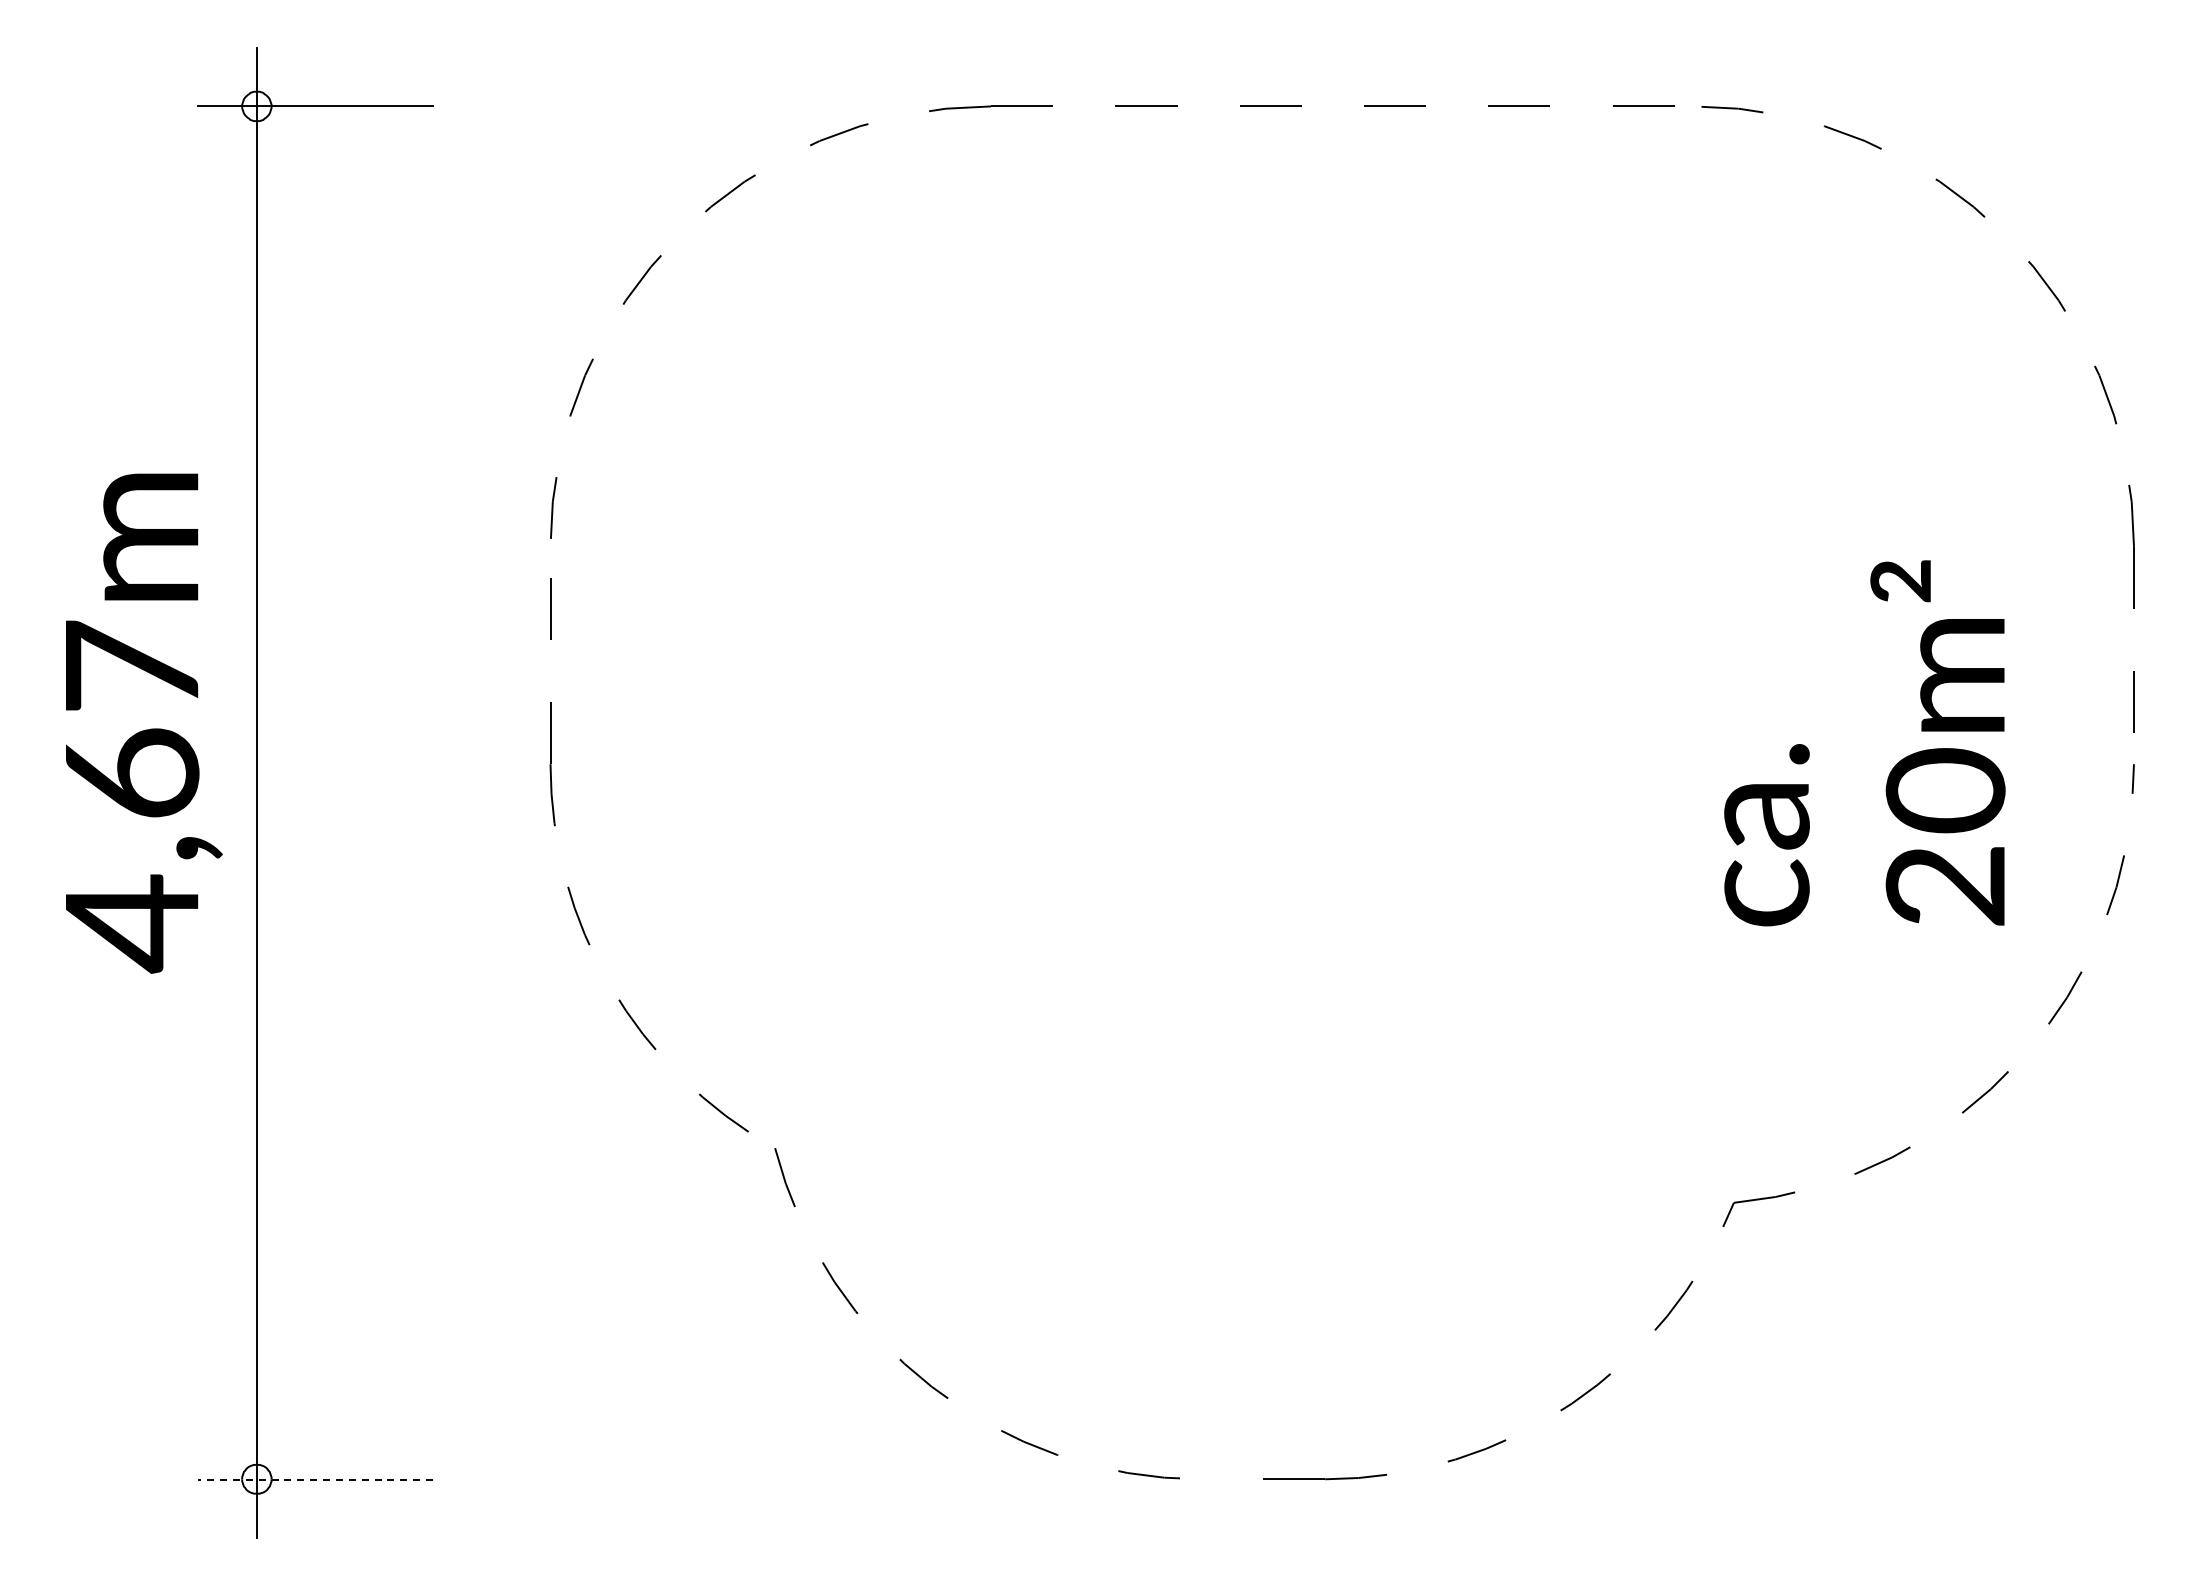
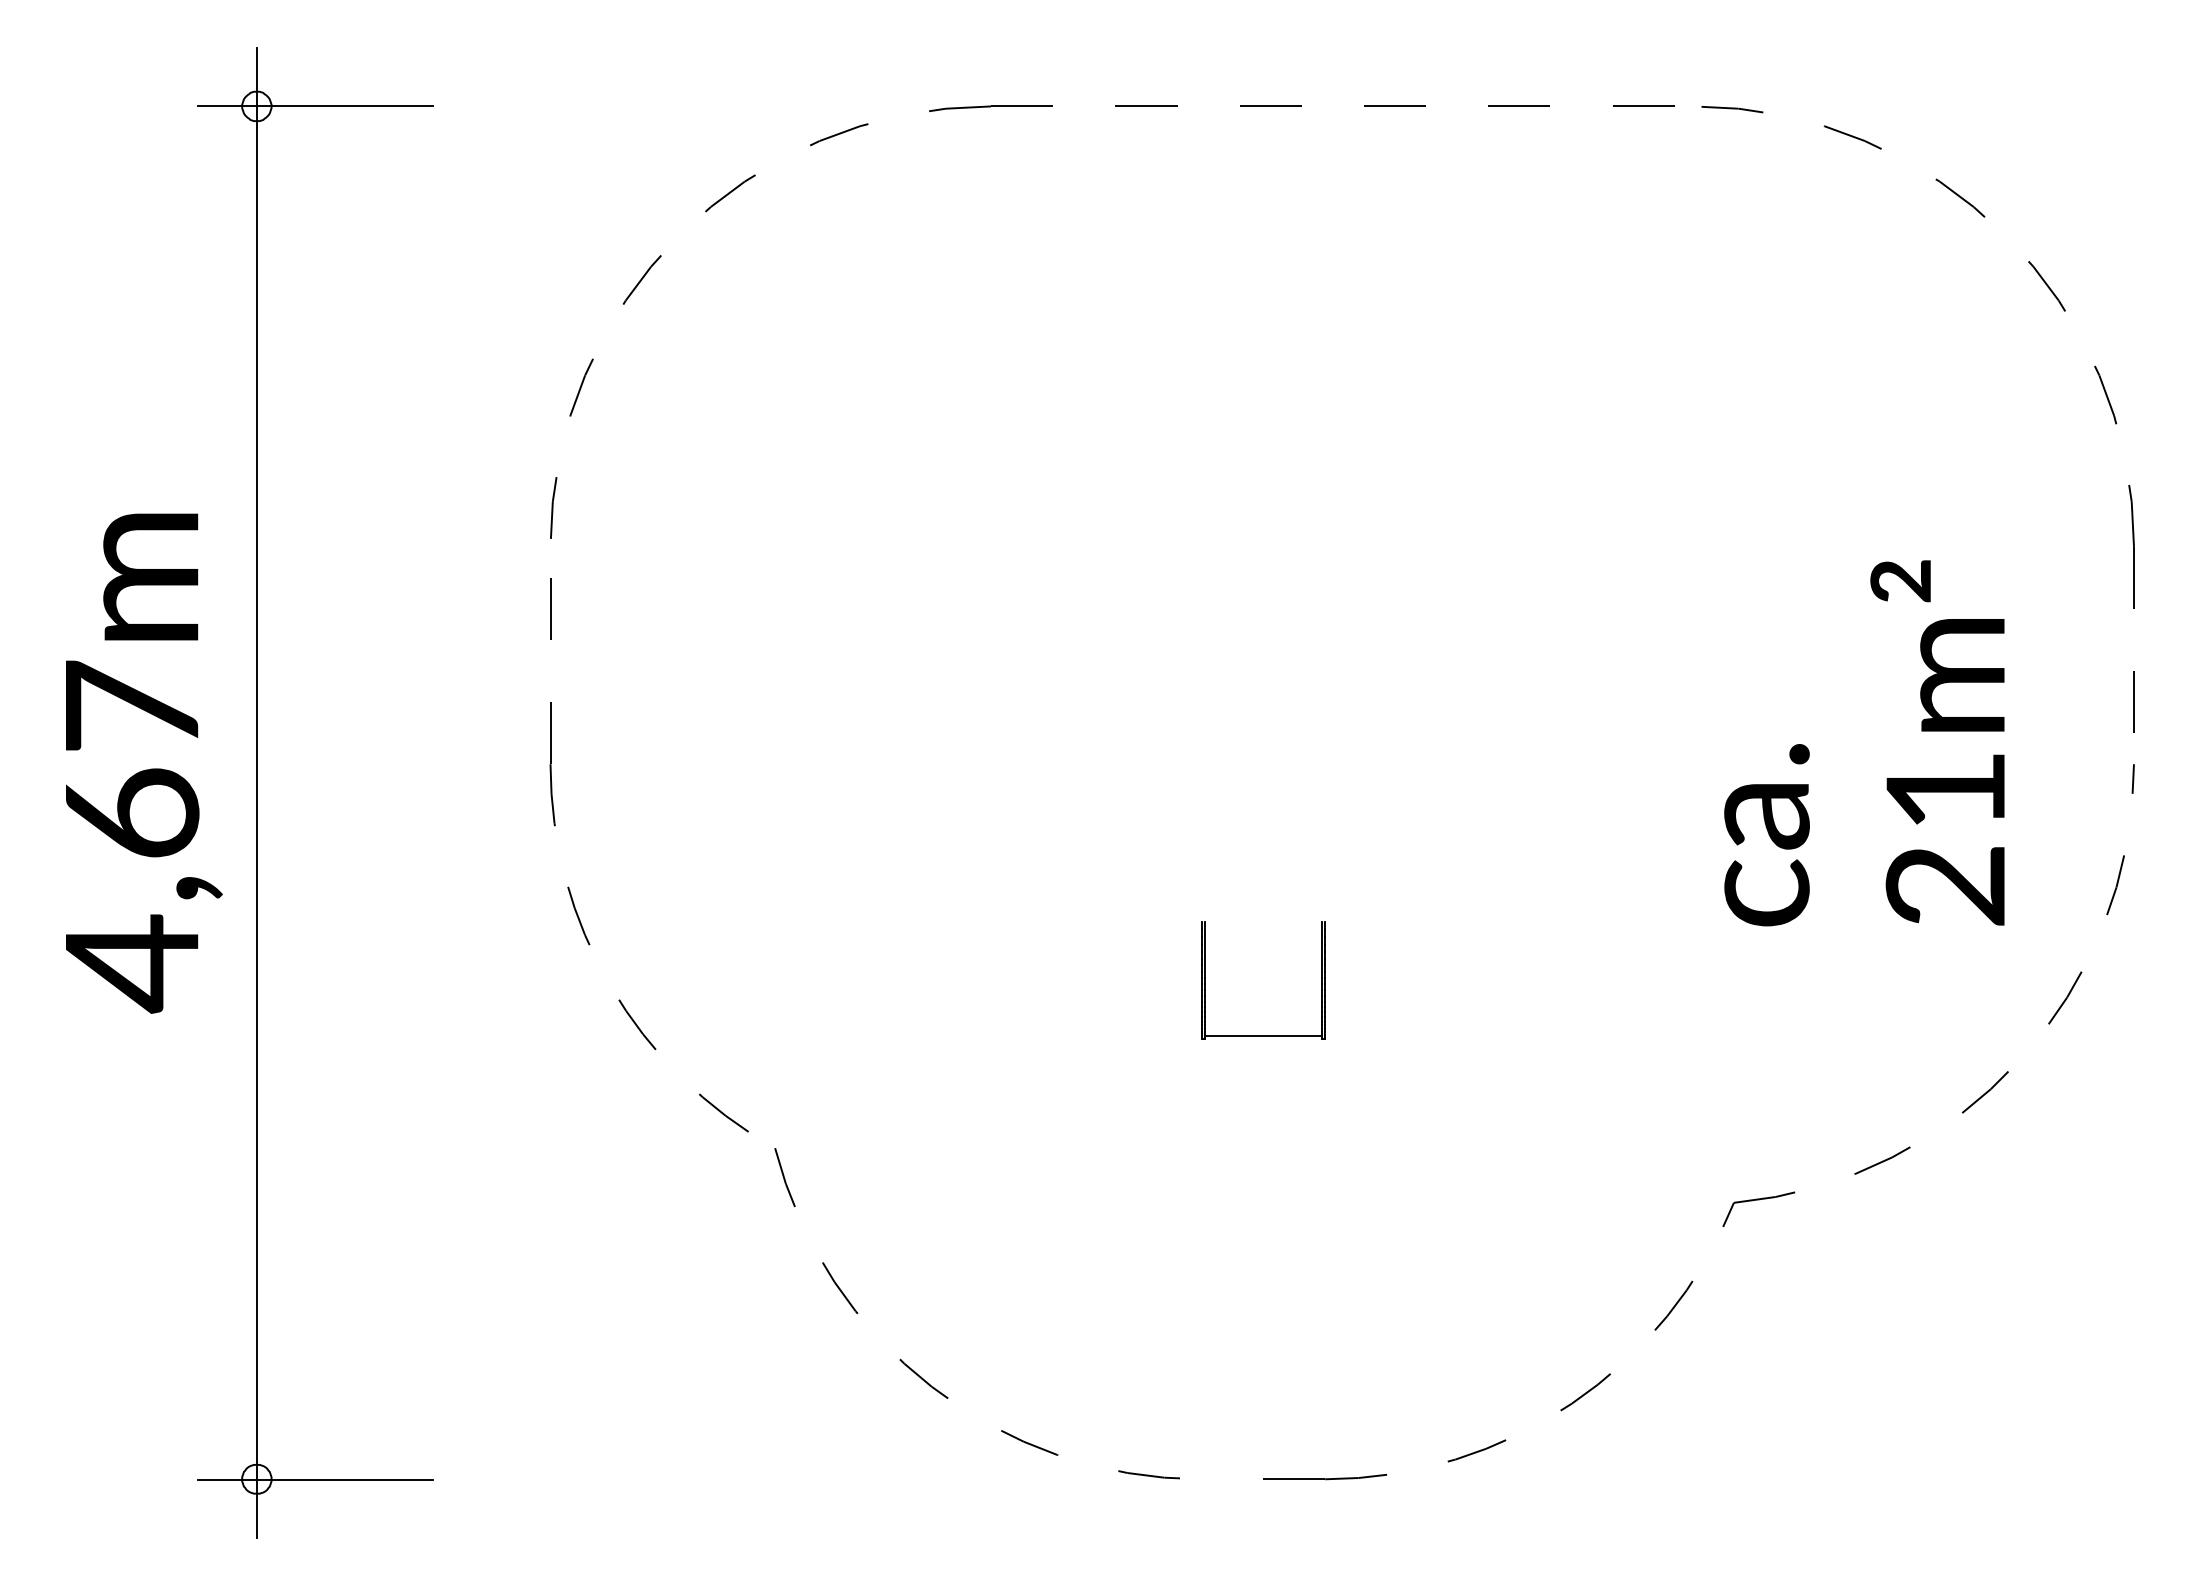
text at (144, 723) position: (144, 723) -> (144, 763)
text at (1945, 790): 20m² -> 21m²
part at (1263, 1035): none -> present
line at (315, 1479): dashed -> solid
